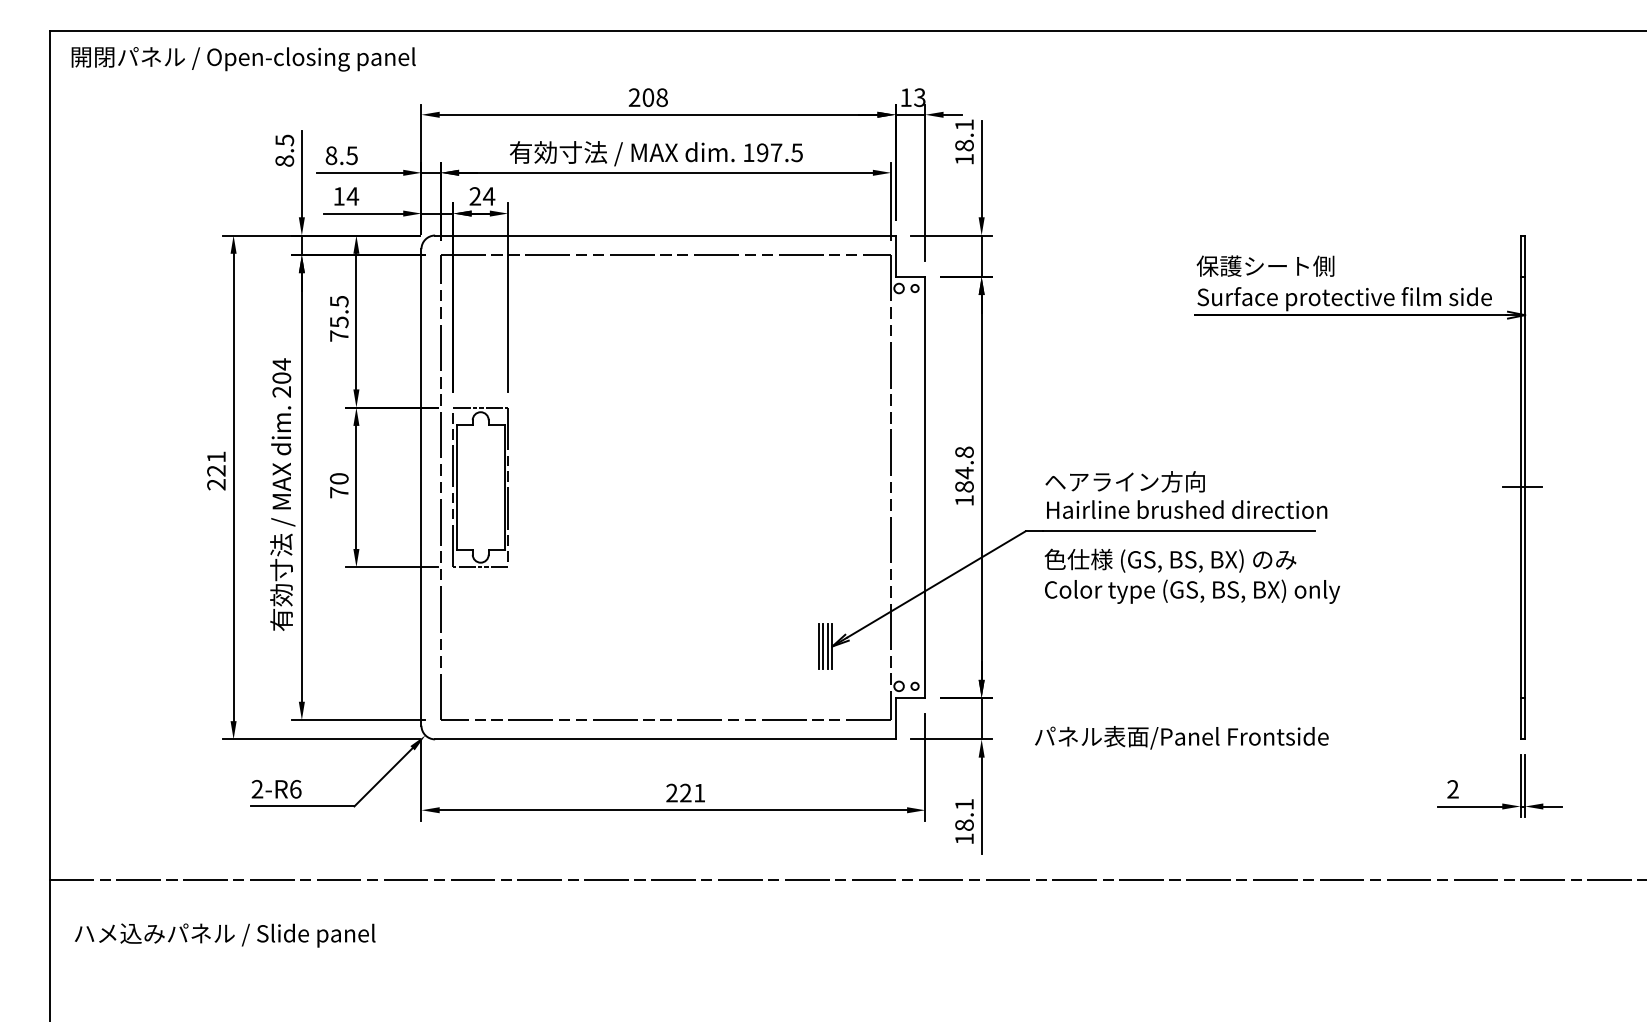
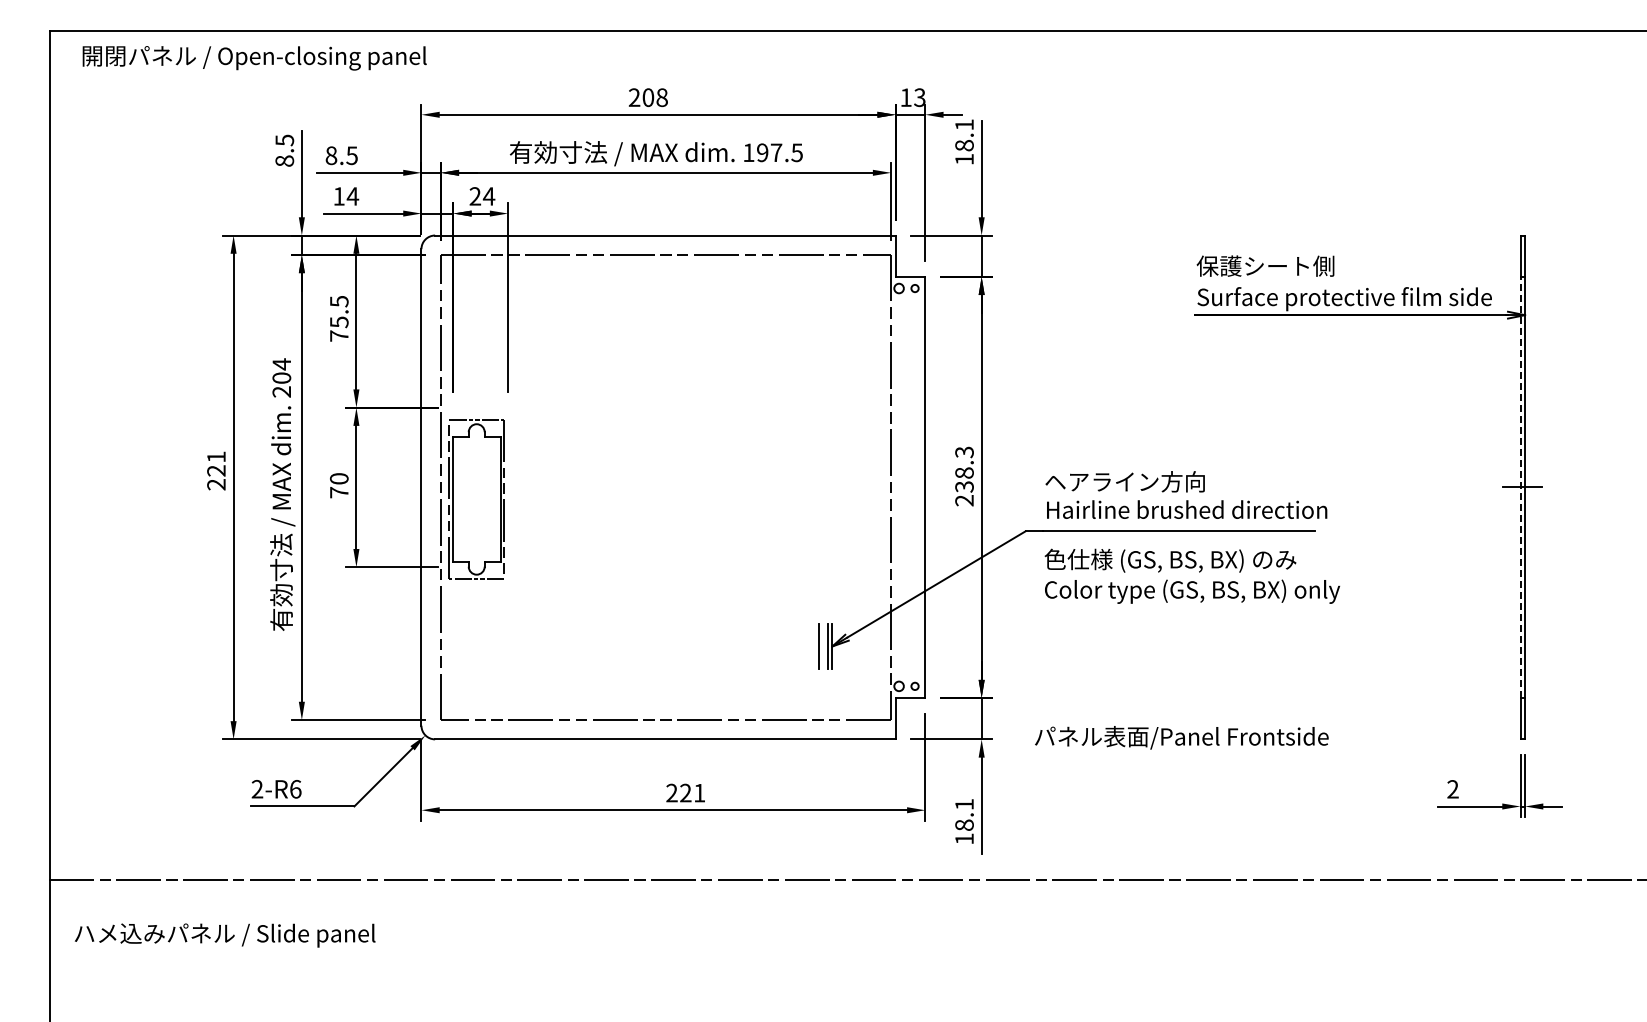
text at (243, 59) position: (243, 59) -> (254, 58)
text at (964, 476): 184.8 -> 238.3
part at (480, 487) position: (480, 487) -> (476, 499)
line at (1520, 487): solid -> dashed
line at (823, 646): present -> none
